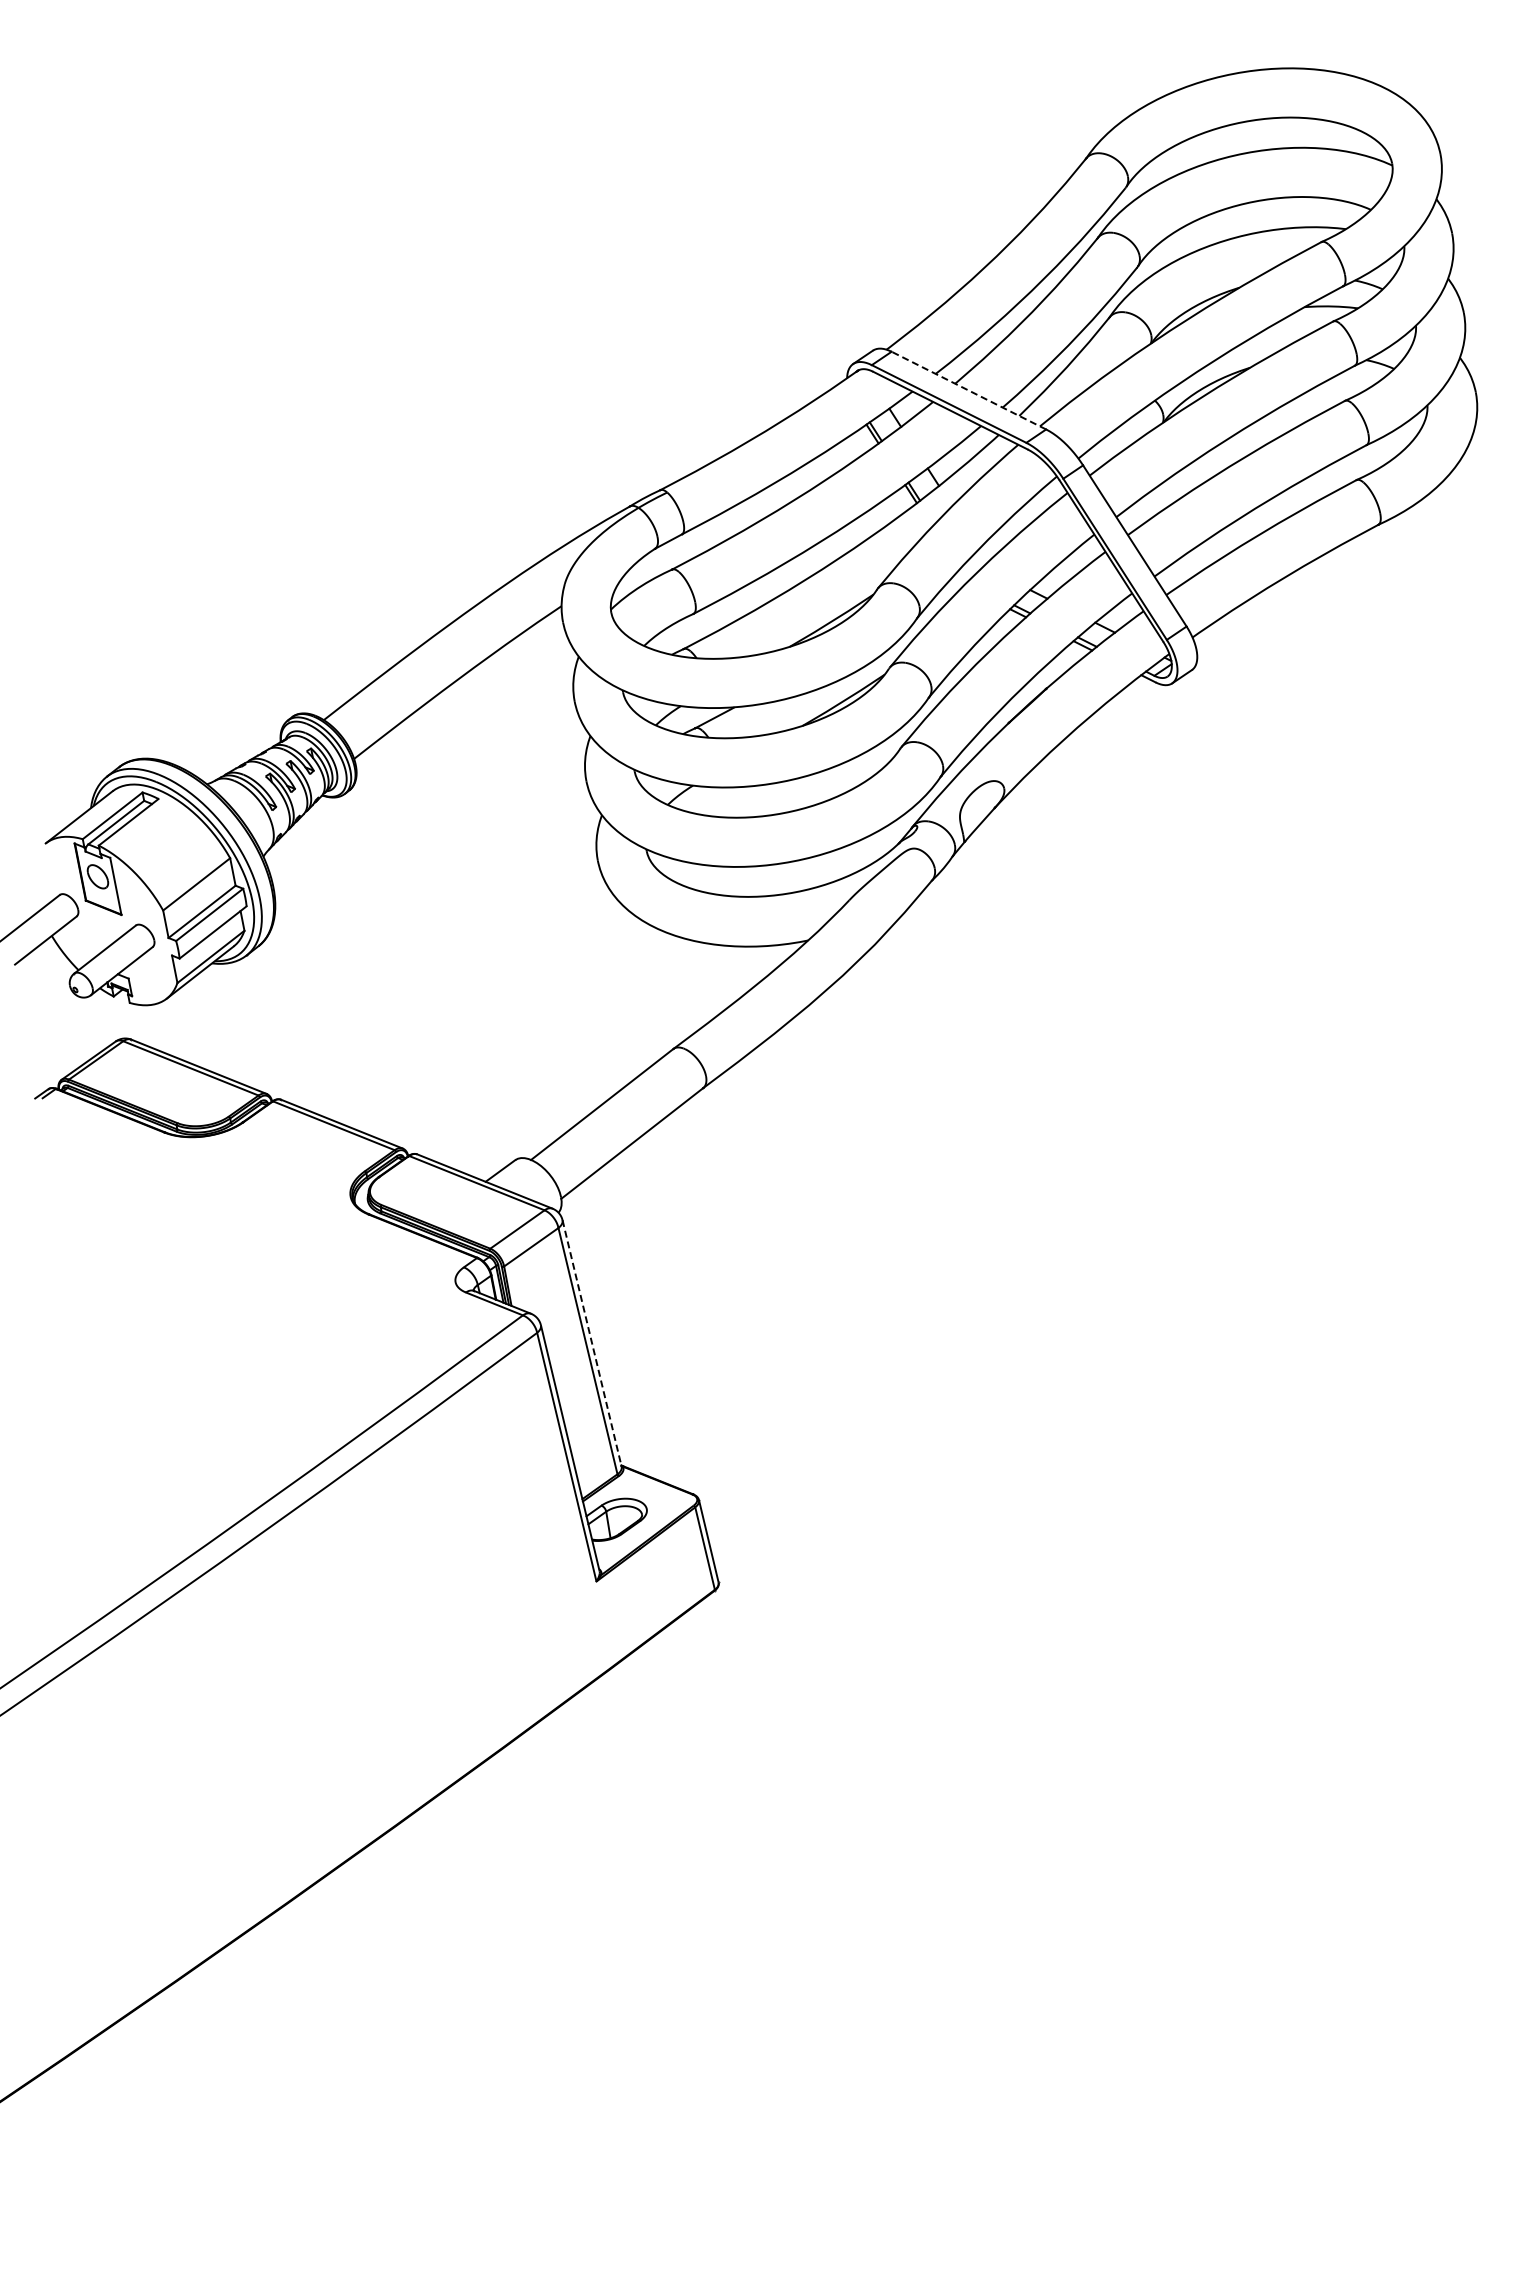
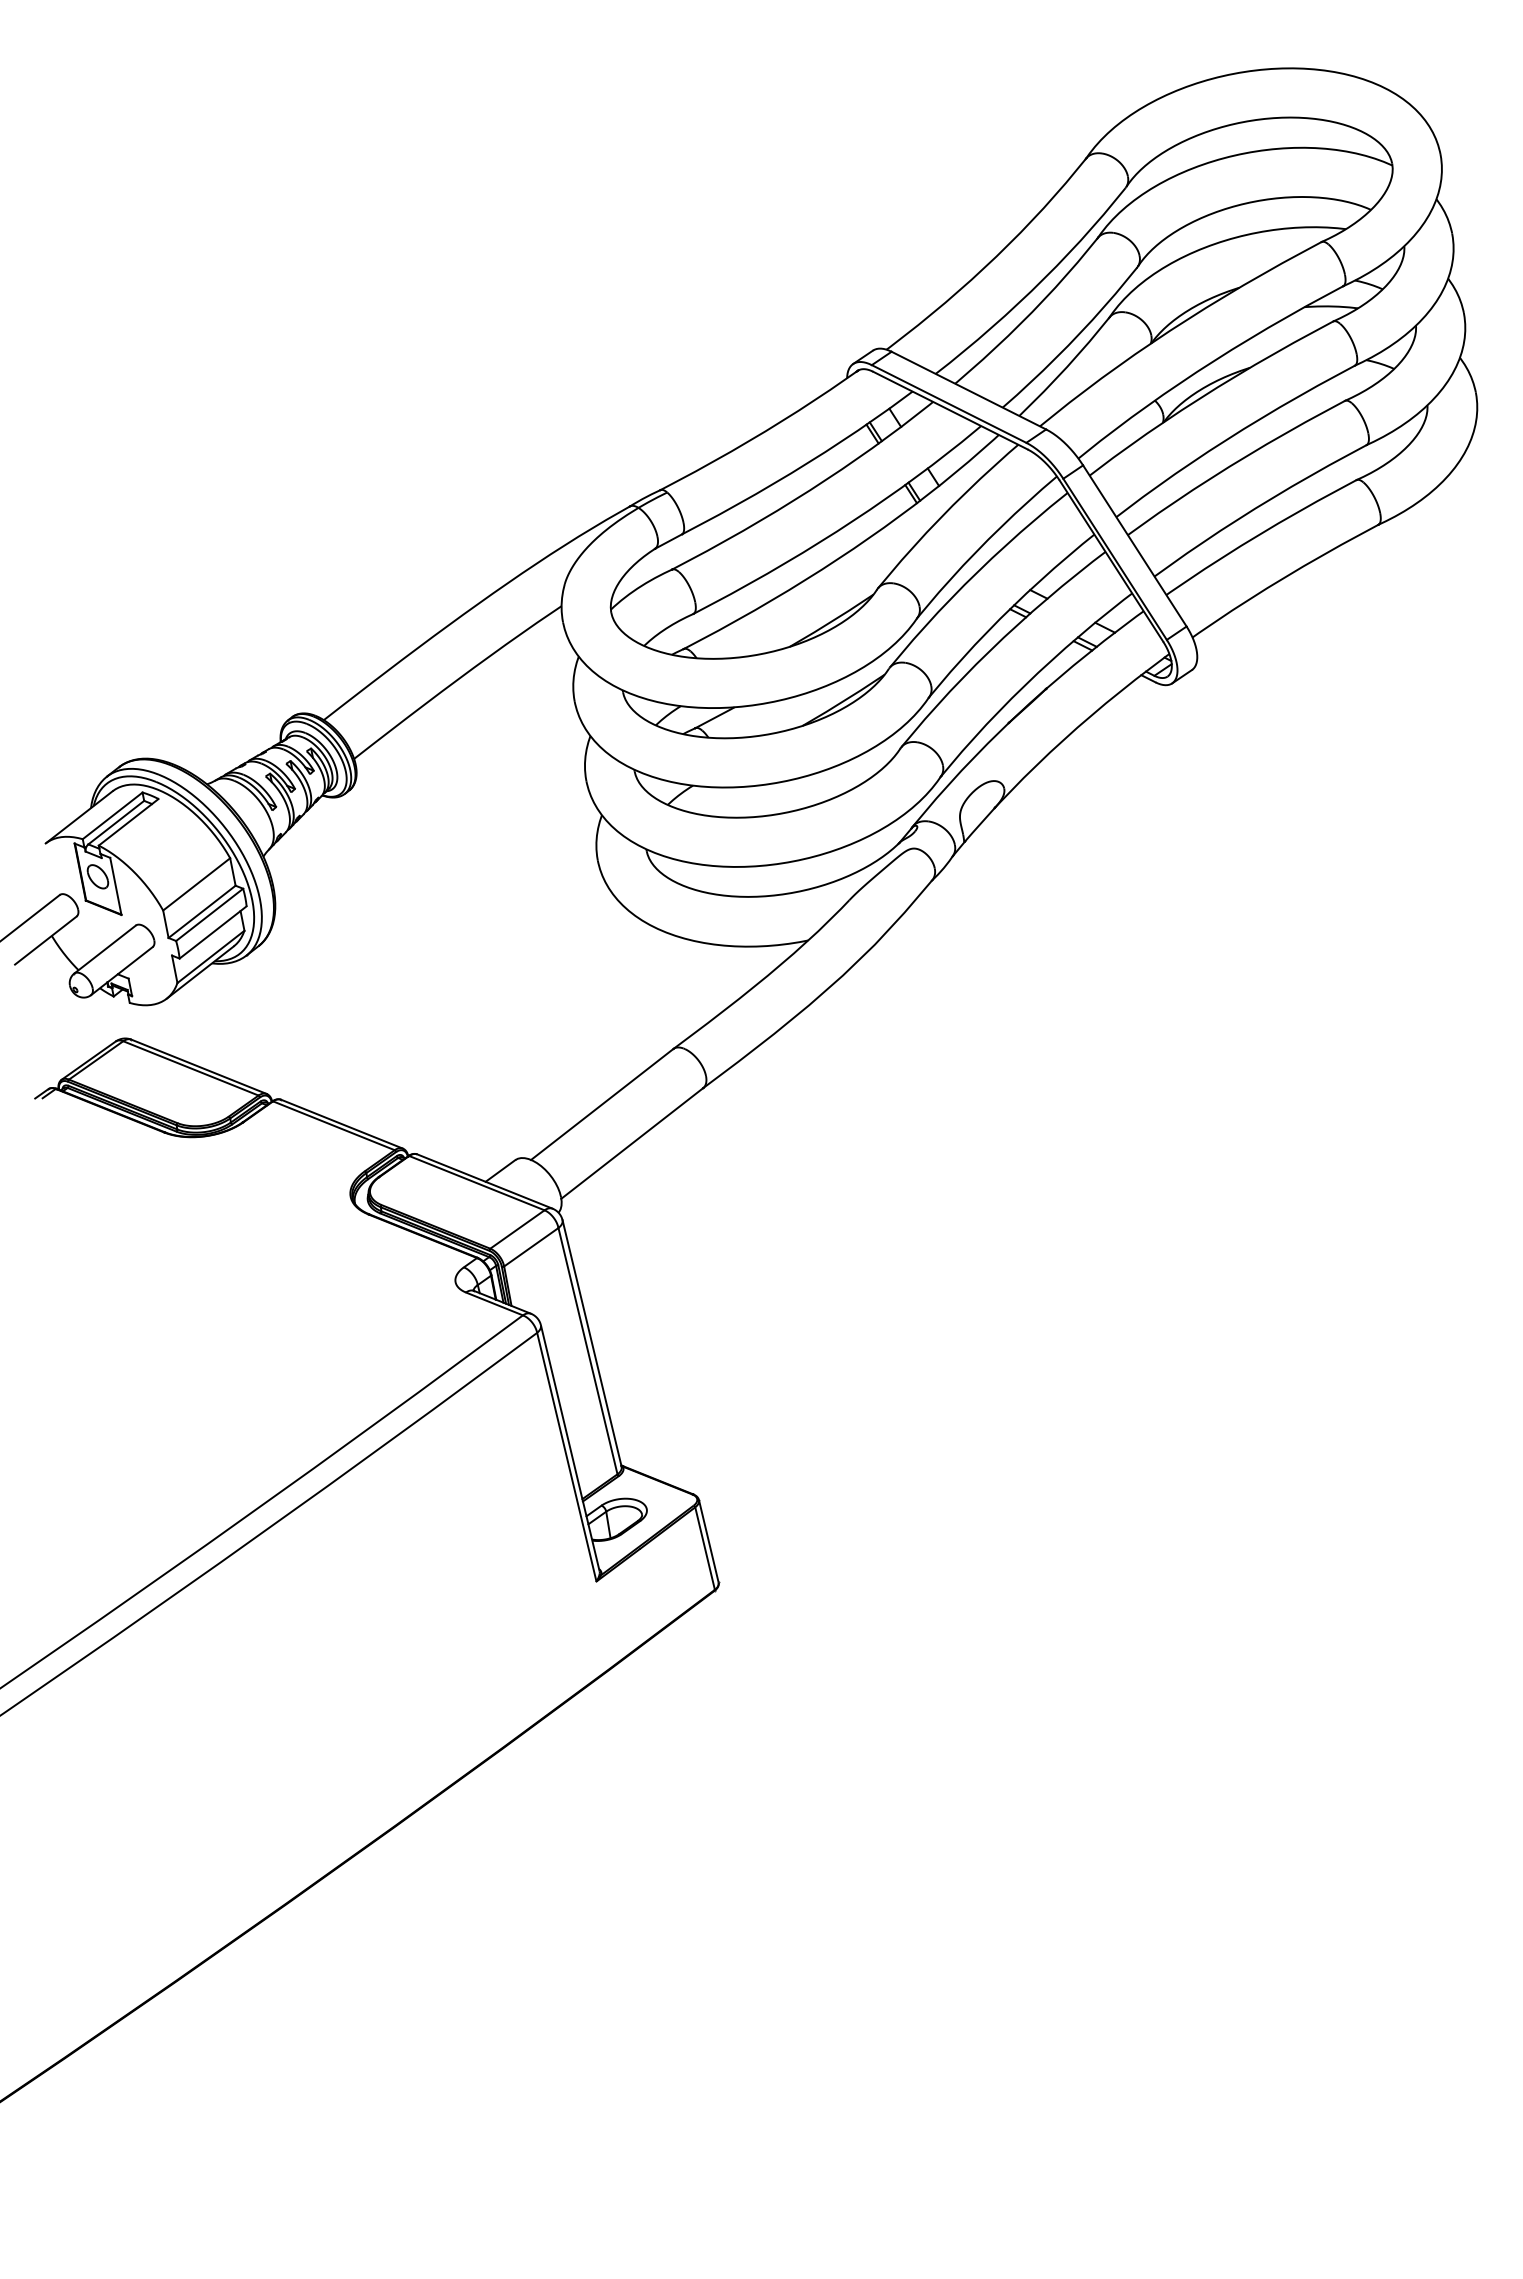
line at (968, 390): dashed -> solid
line at (592, 1343): dashed -> solid
